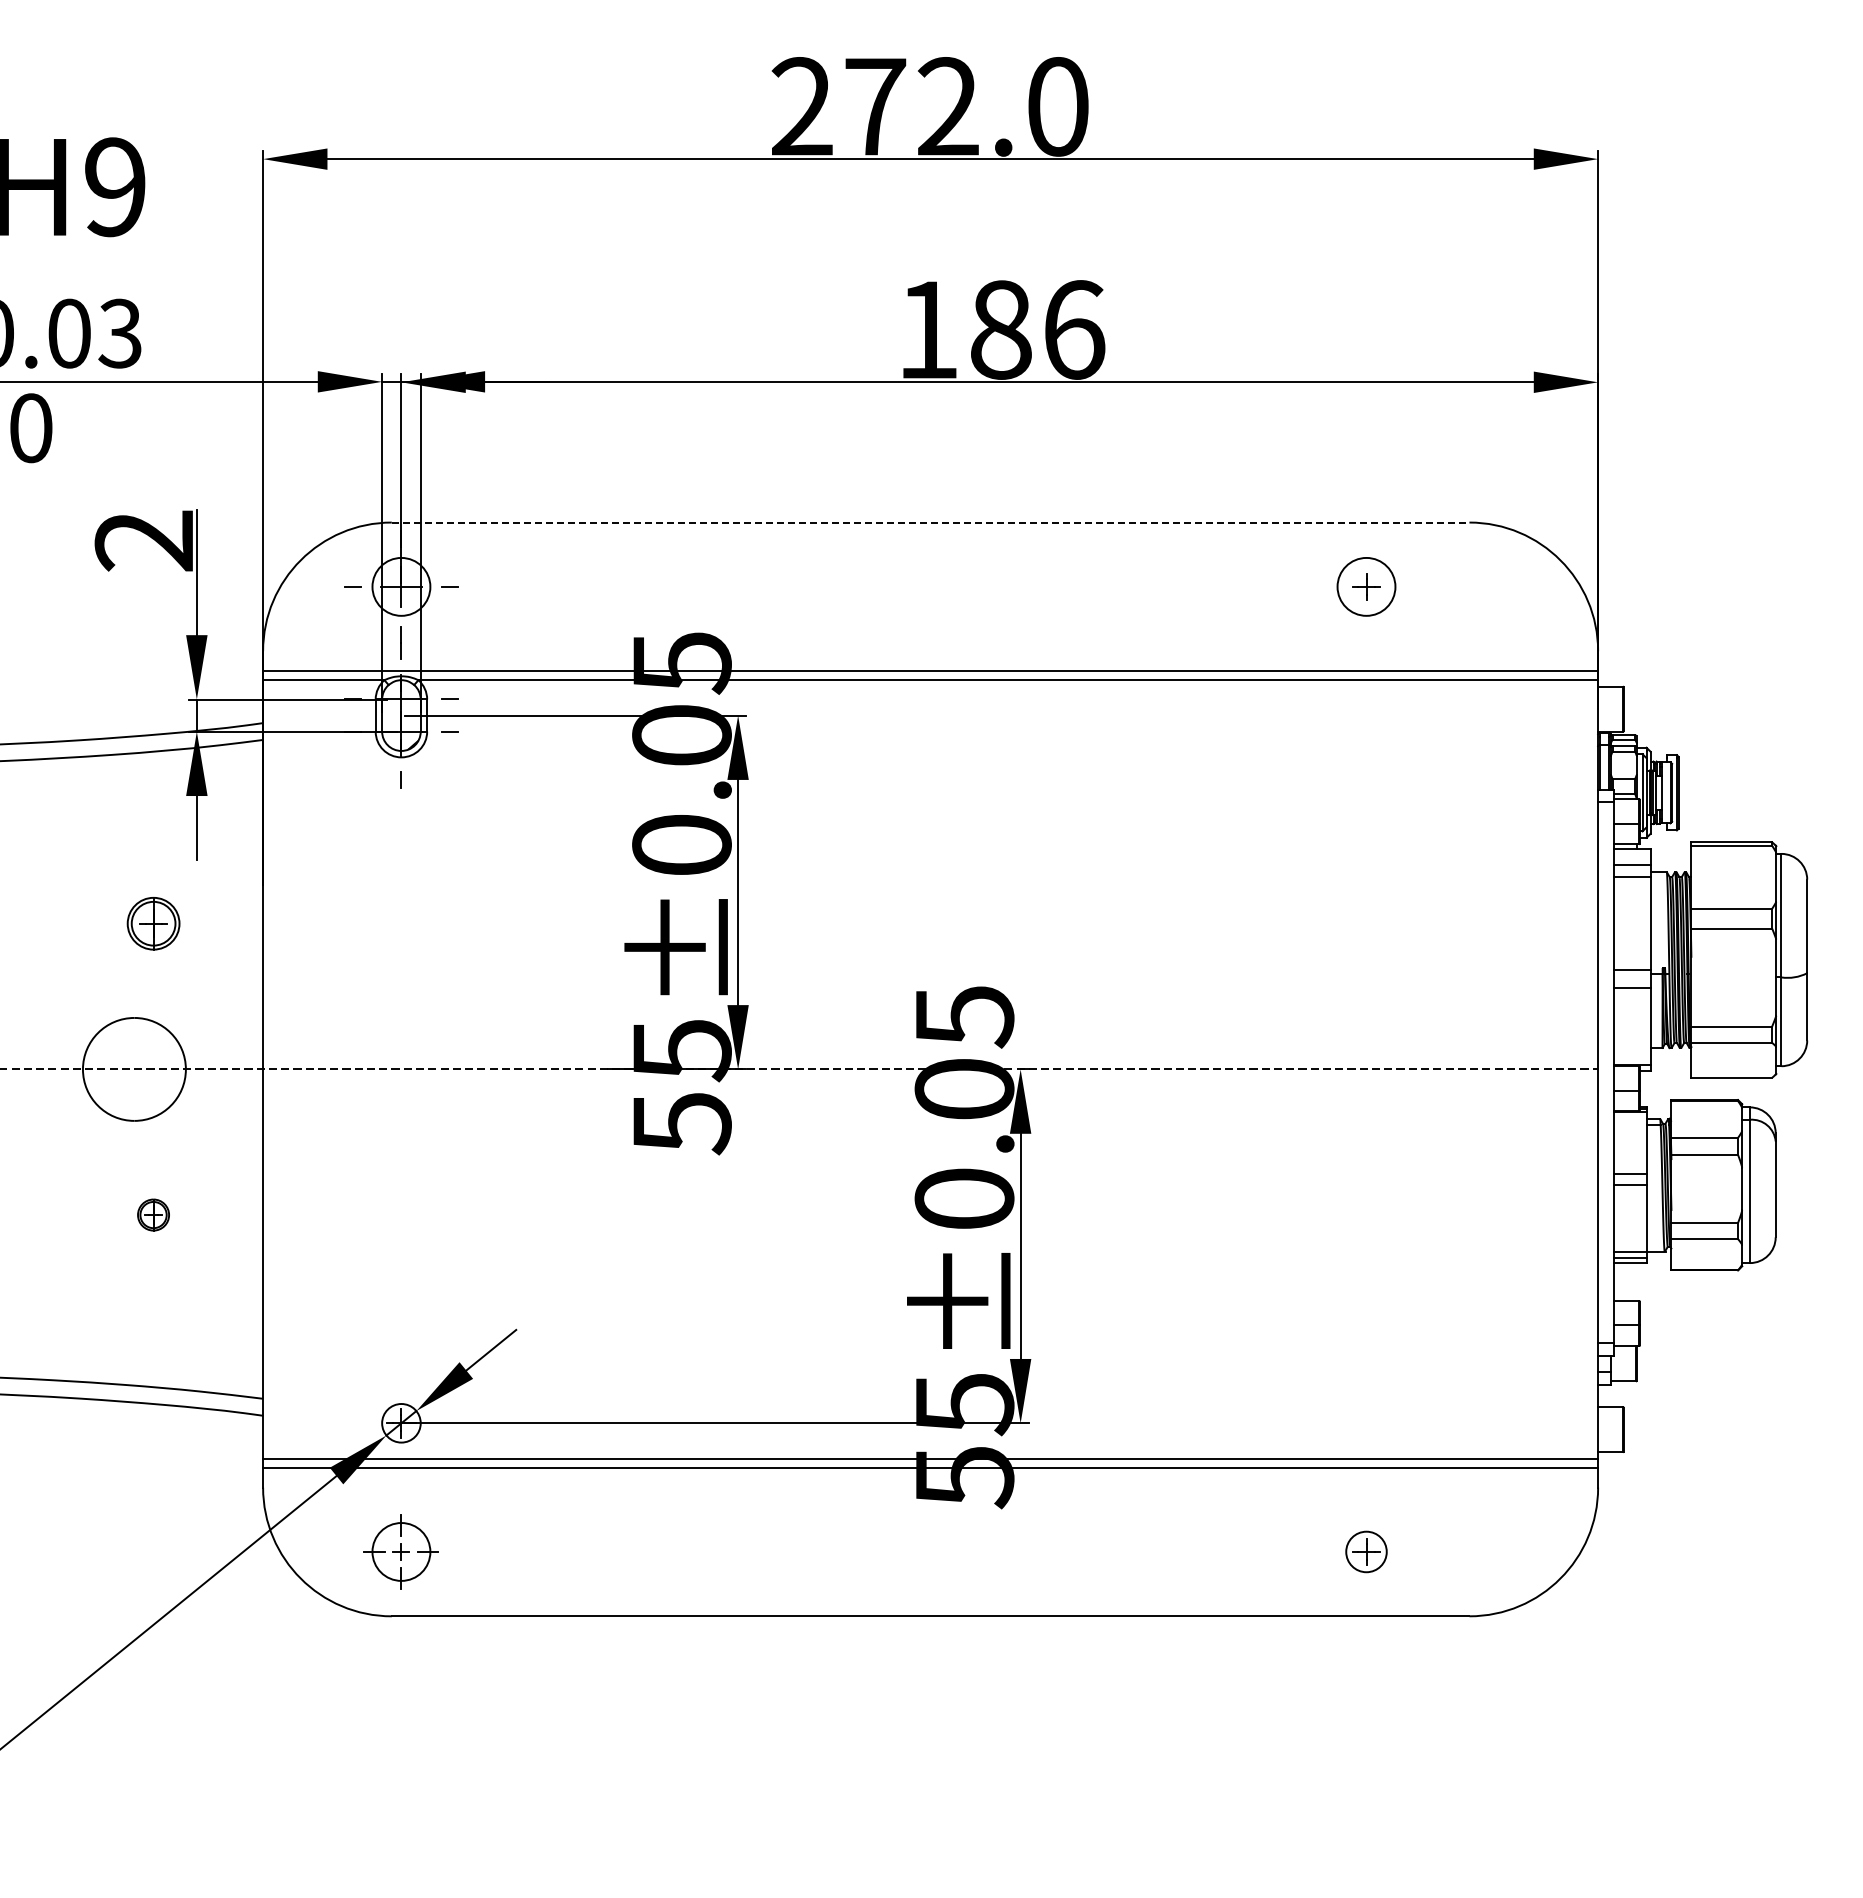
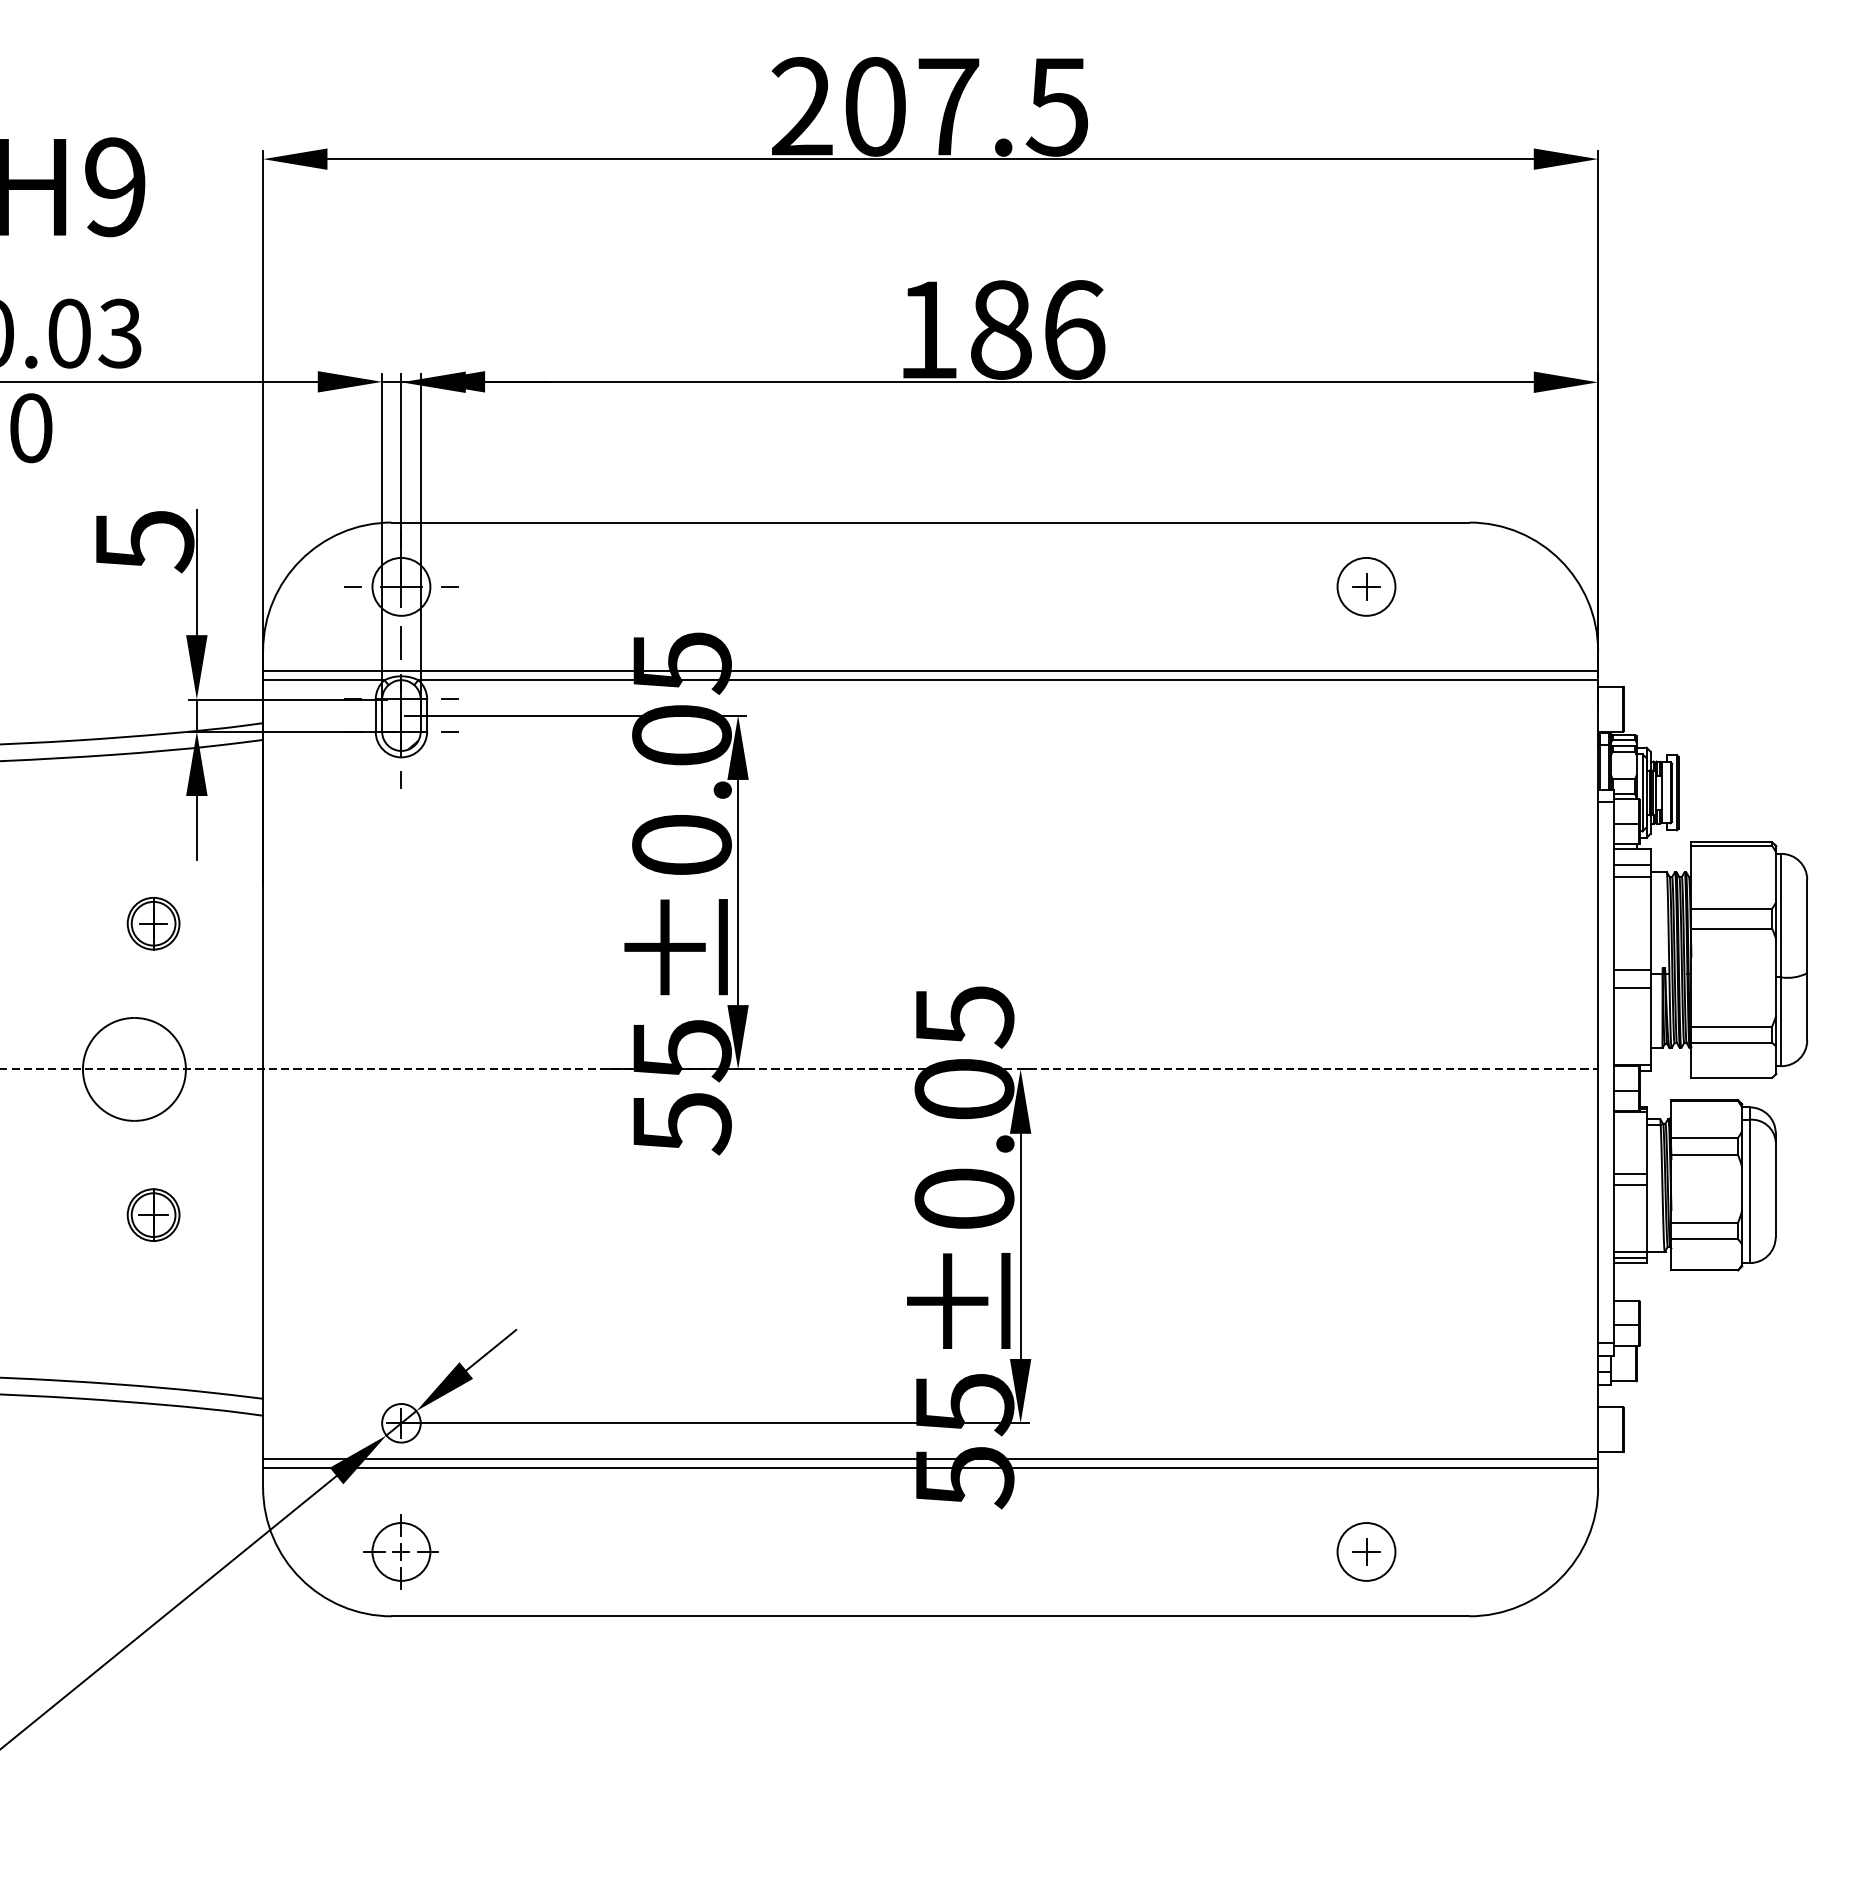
text at (966, 106): 272.0 -> 207.5
line at (930, 522): dashed -> solid
text at (144, 541): 2 -> 5
part at (153, 1214) size: 33x34 px -> 55x54 px
circle at (1366, 1551) diameter: 41 px -> 58 px
